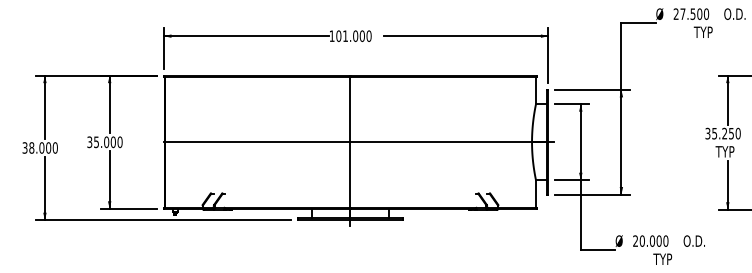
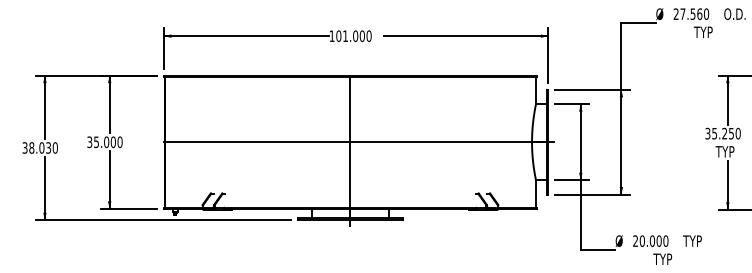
text at (699, 13): 27.500 -> 27.560
text at (48, 147): 38.000 -> 38.030
text at (693, 240): O.D. -> TYP
